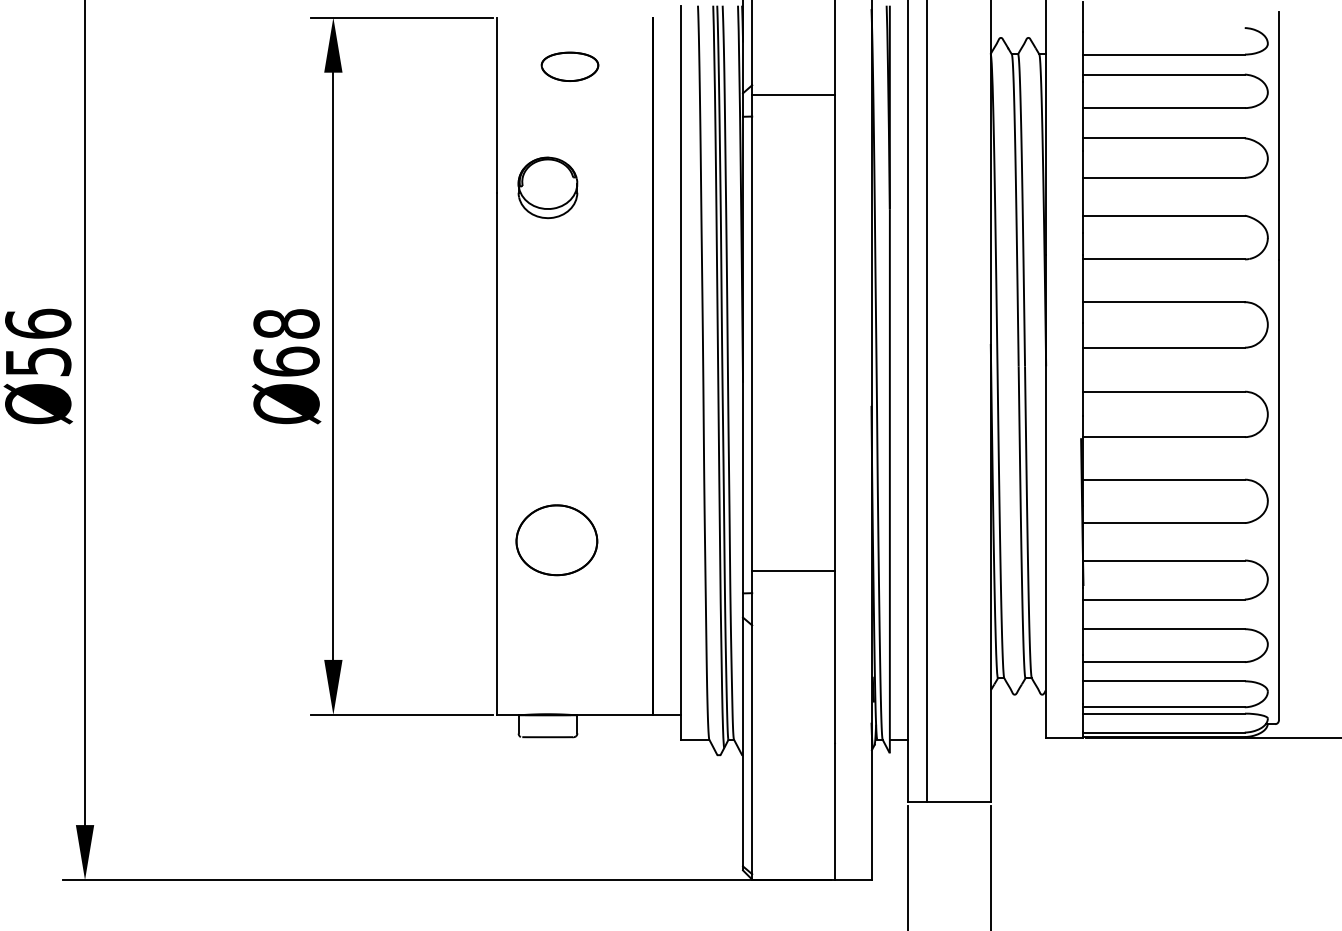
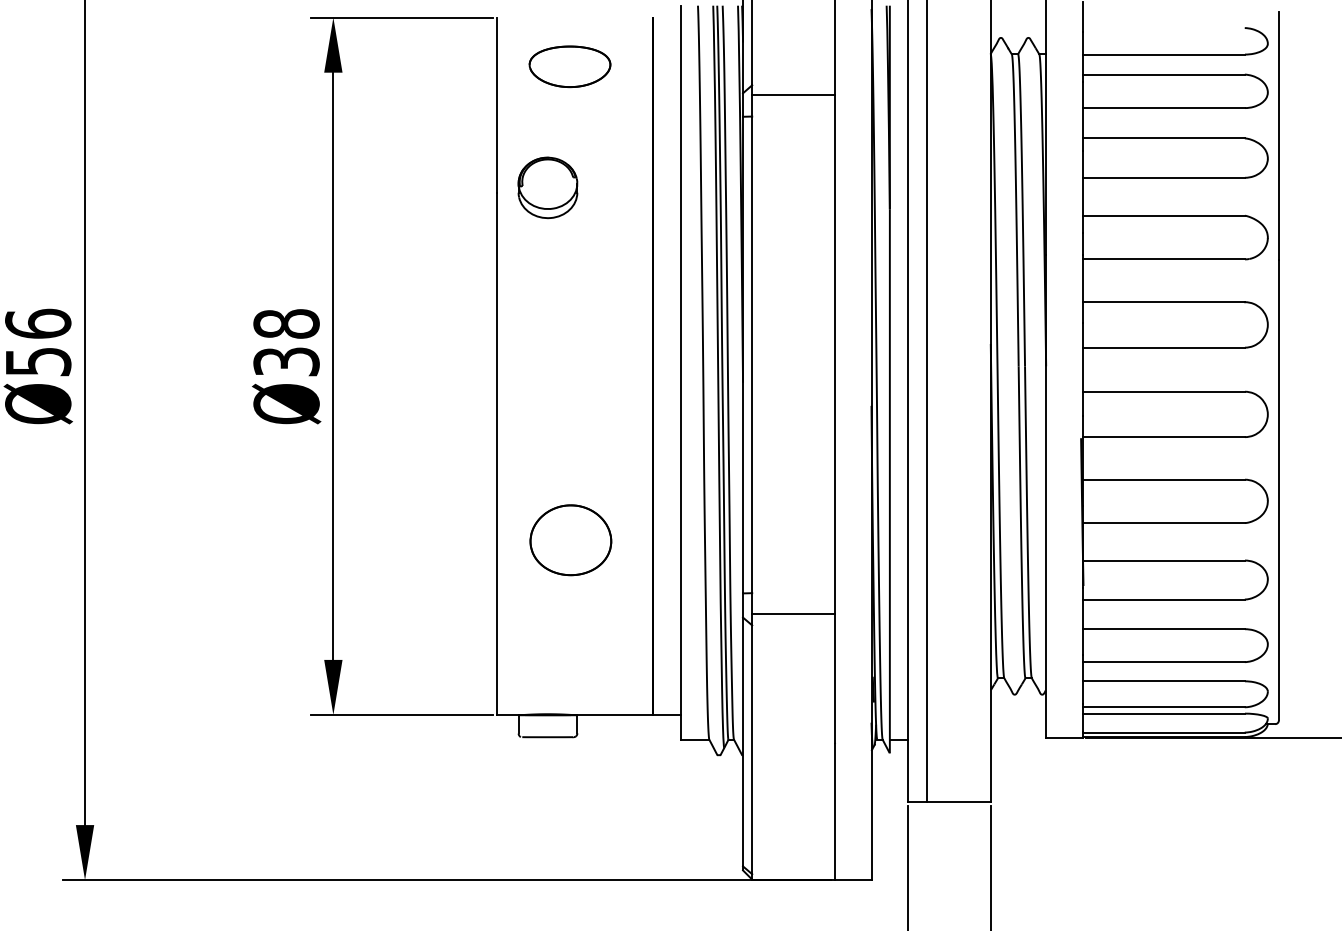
part at (569, 66) size: 60x31 px -> 84x44 px
text at (286, 361): Ø68 -> Ø38
part at (556, 540) position: (556, 540) -> (570, 540)
line at (793, 571) position: (793, 571) -> (793, 614)
